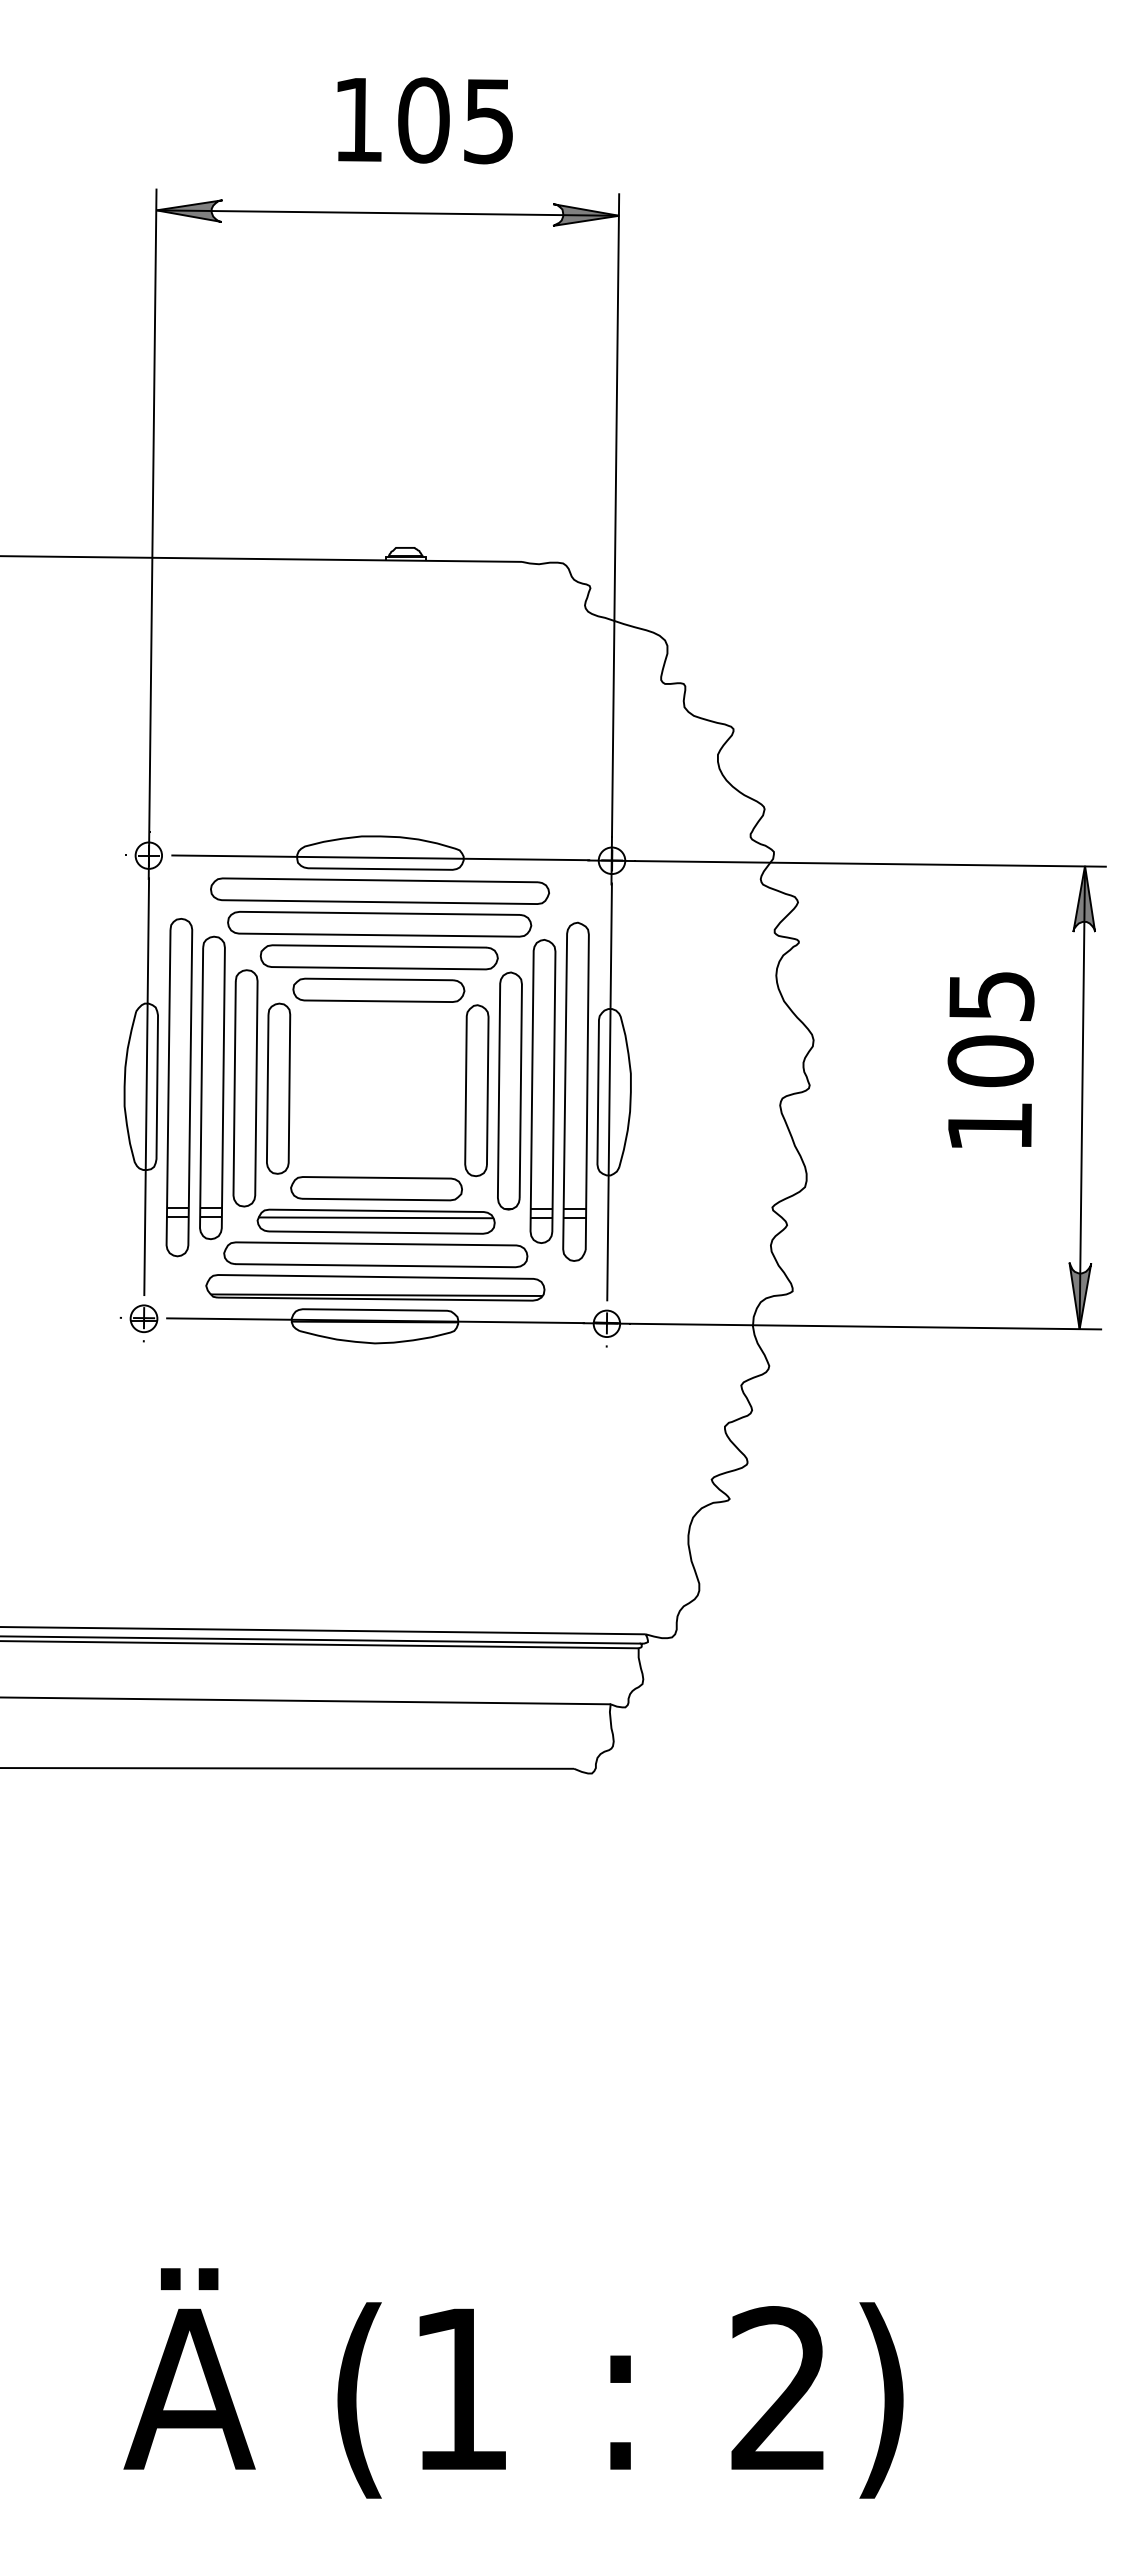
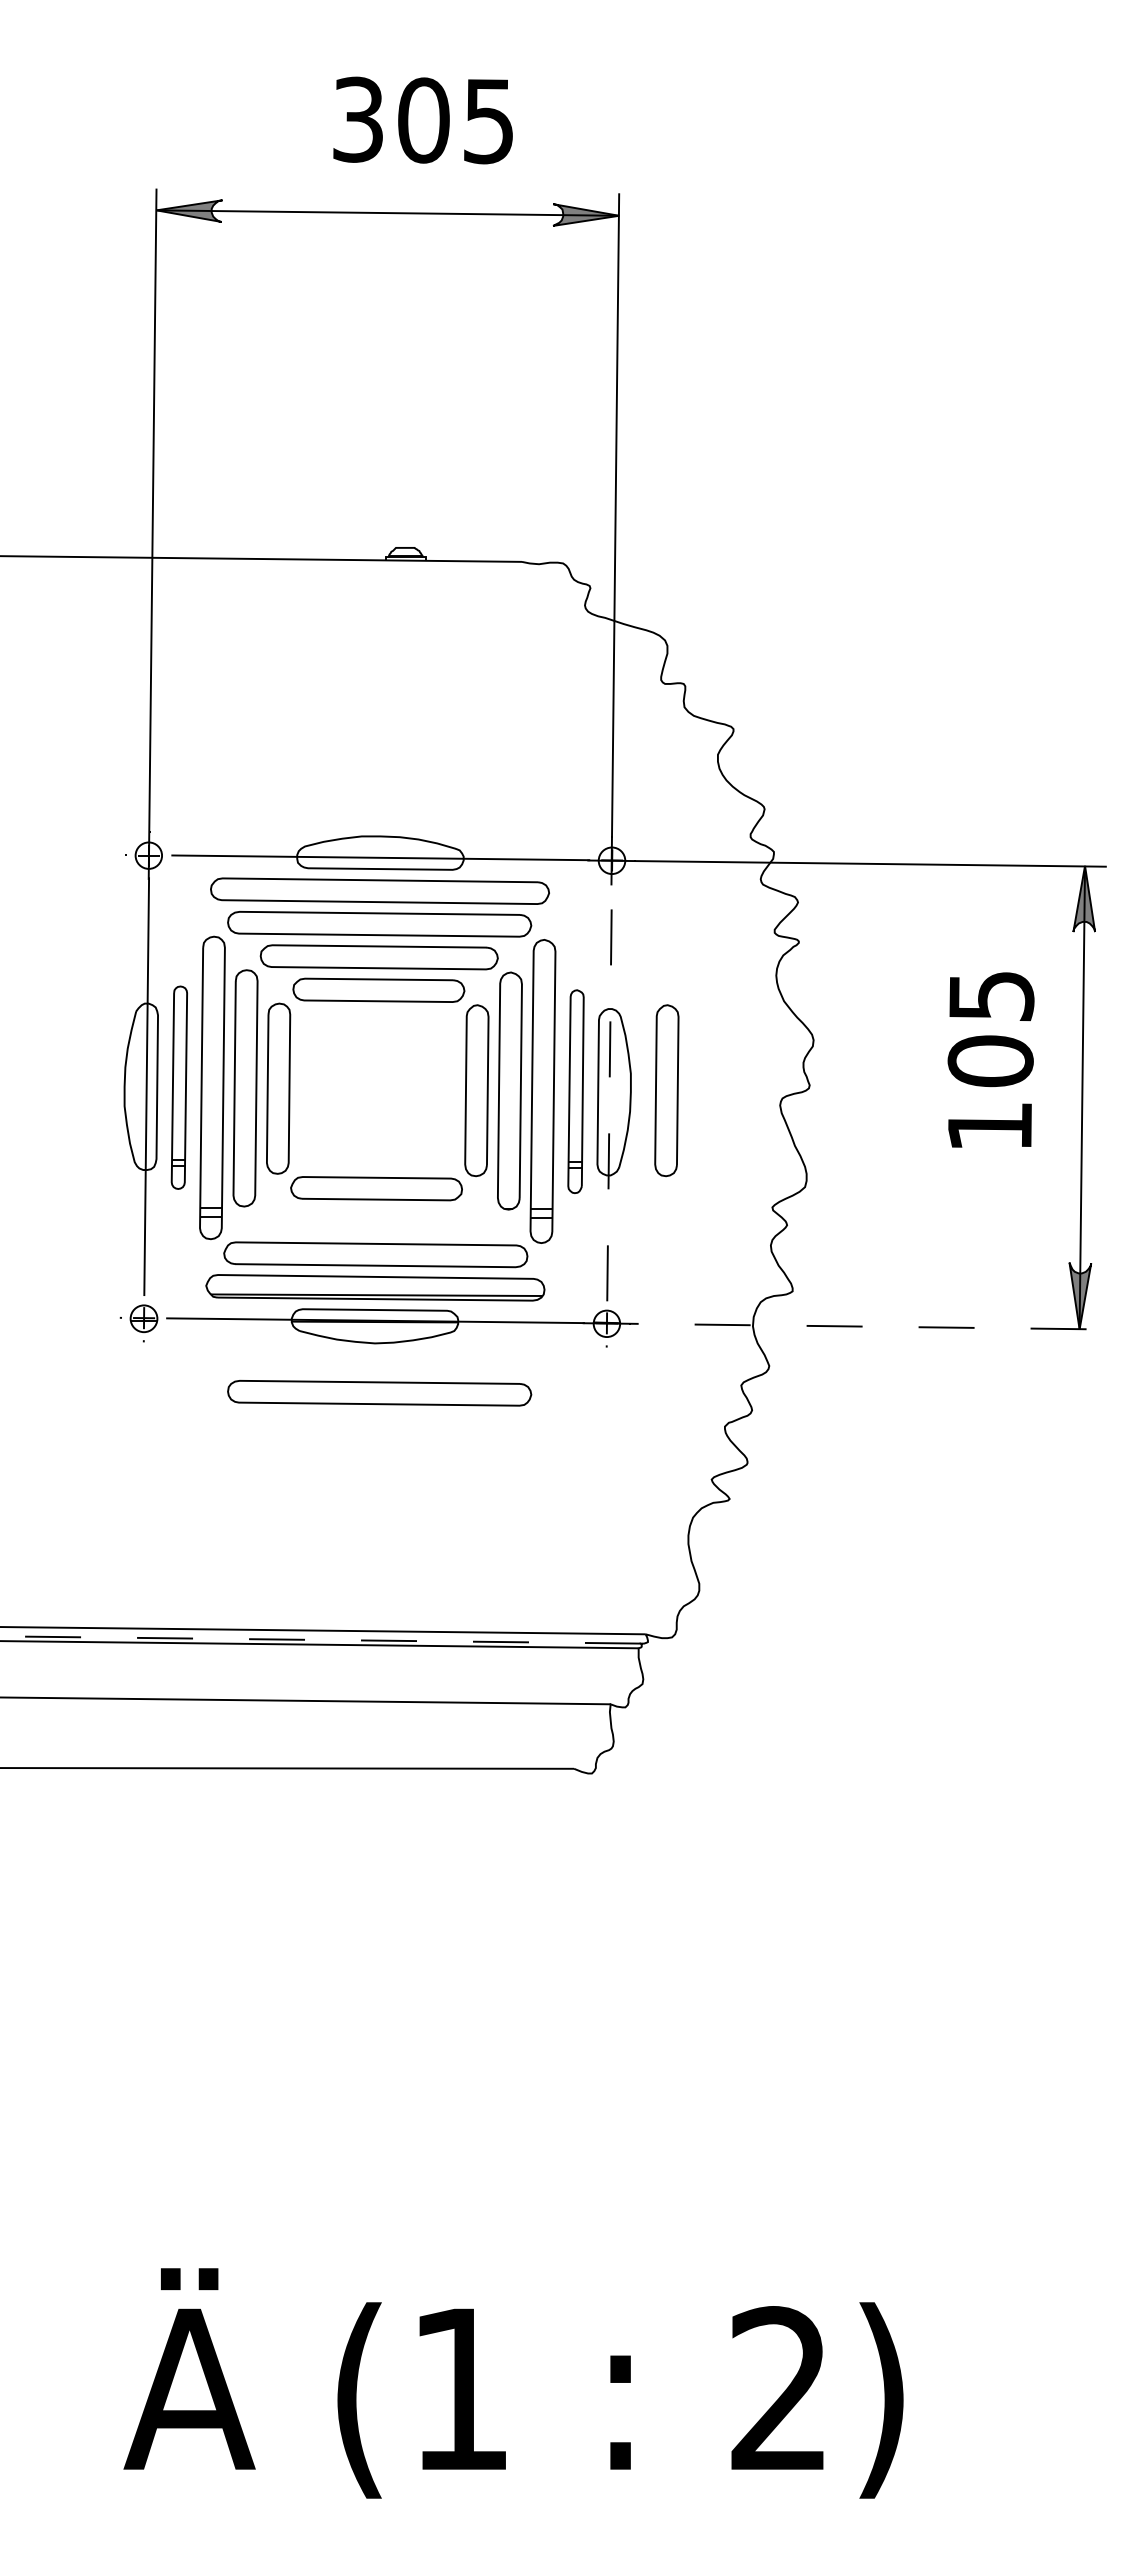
text at (357, 119): 105 -> 305
part at (179, 1087) size: 29x340 px -> 18x205 px
part at (666, 1090): none -> present
part at (575, 1091) size: 28x341 px -> 18x205 px
line at (609, 1091): solid -> dashed
part at (375, 1221): present -> none
line at (842, 1326): solid -> dashed
part at (379, 1393): none -> present
line at (320, 1639): solid -> dashed
